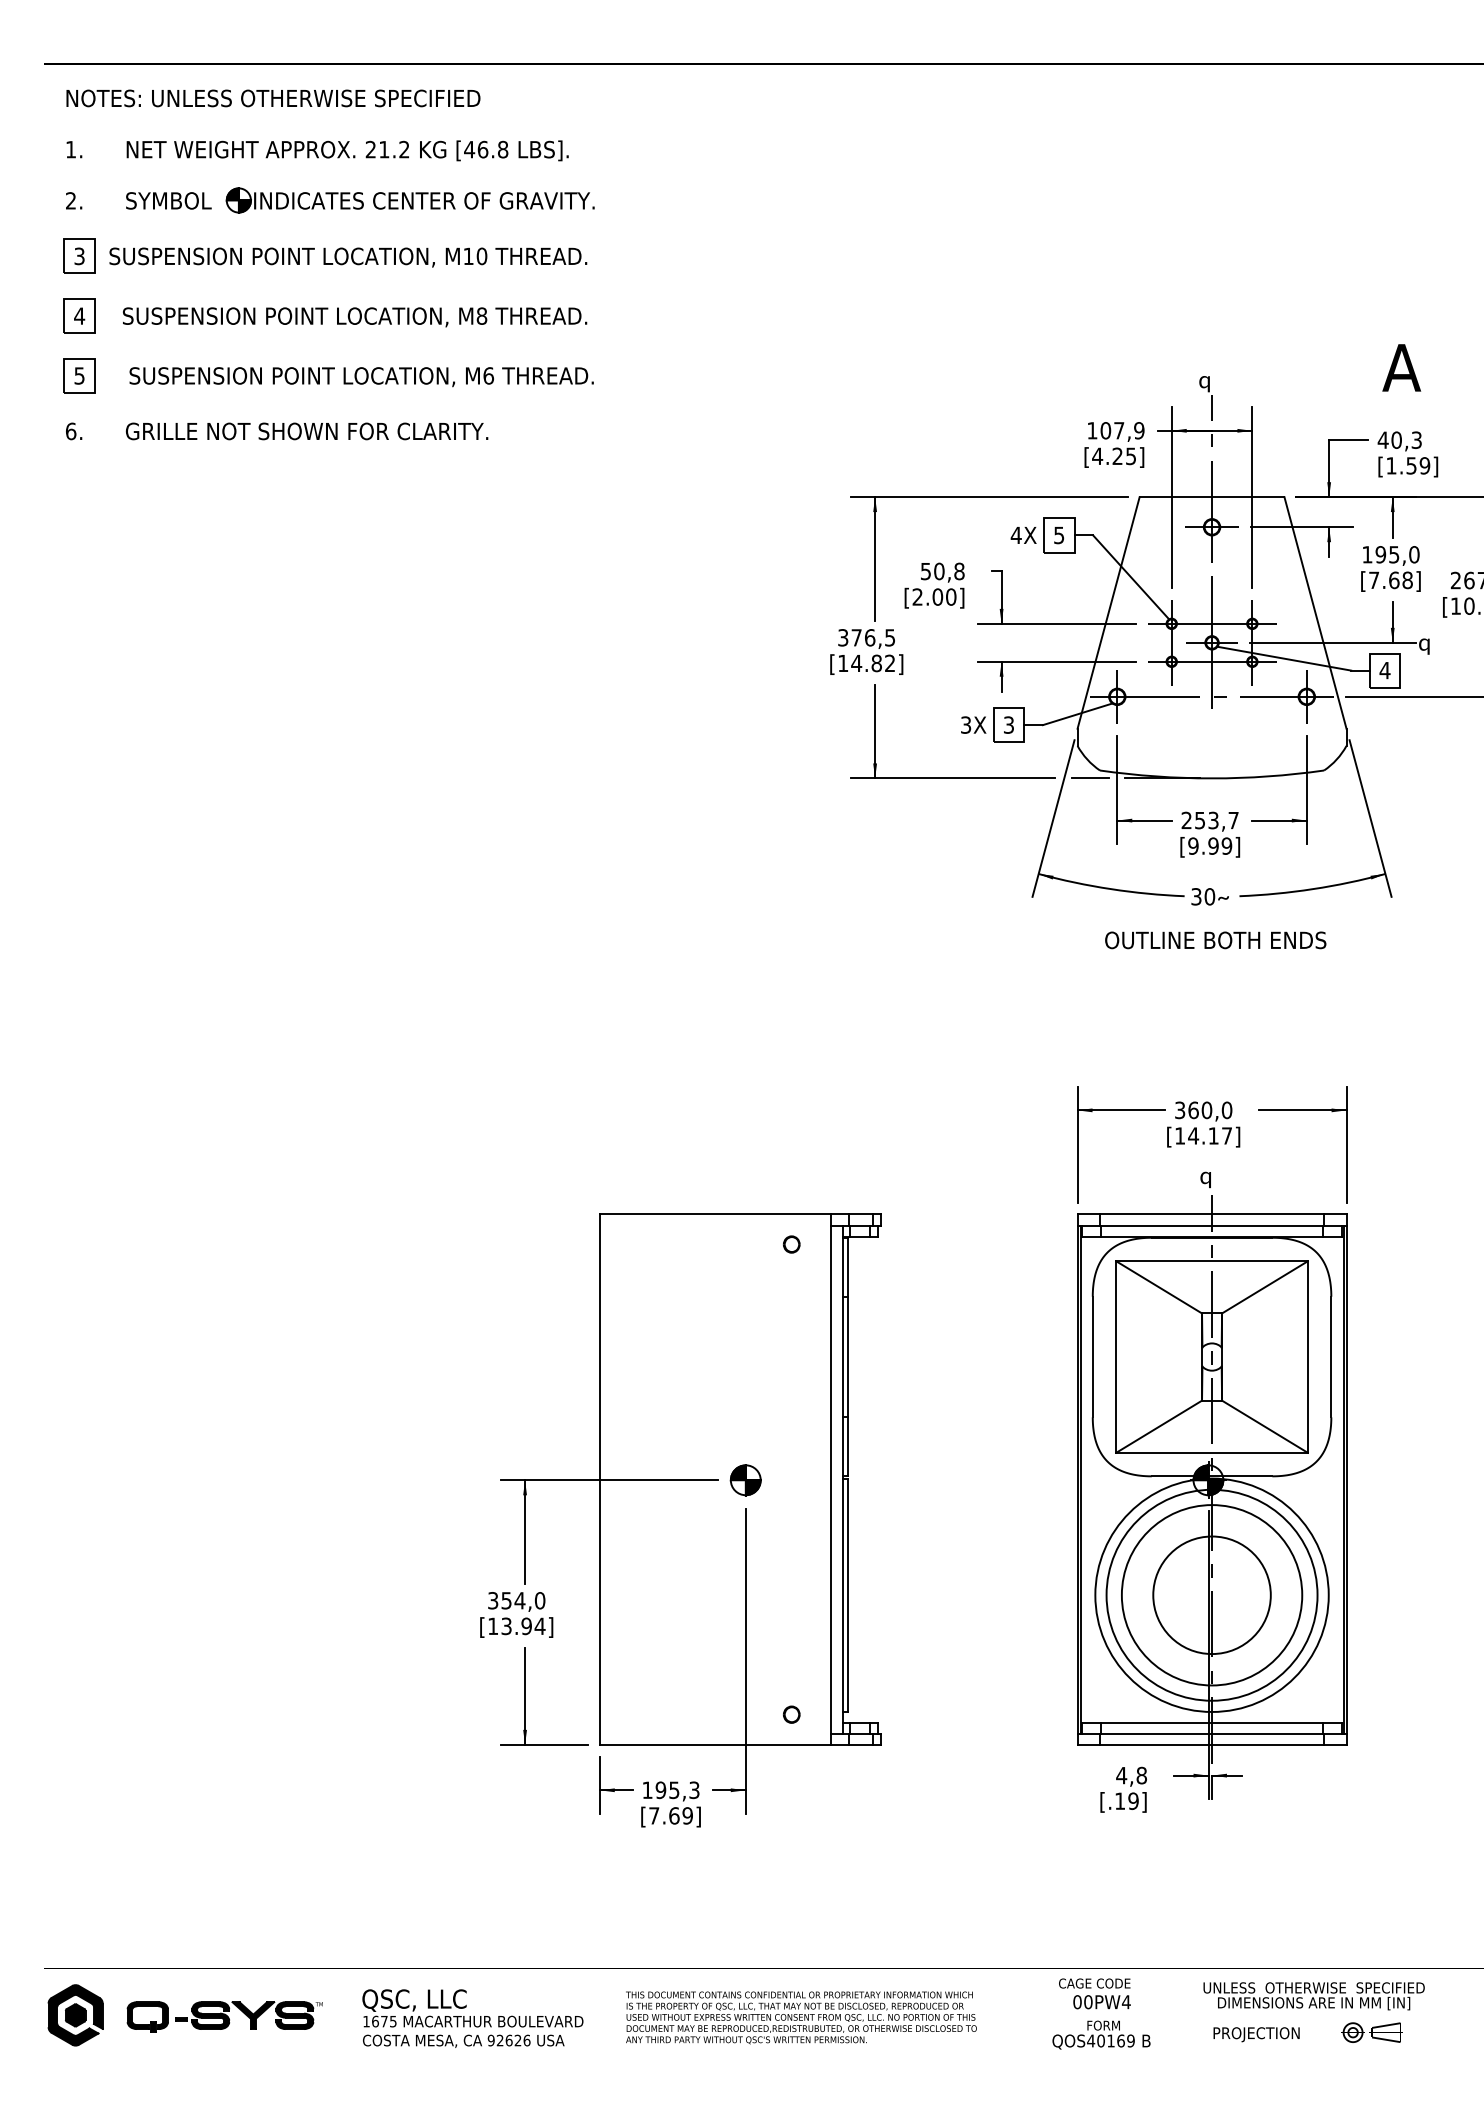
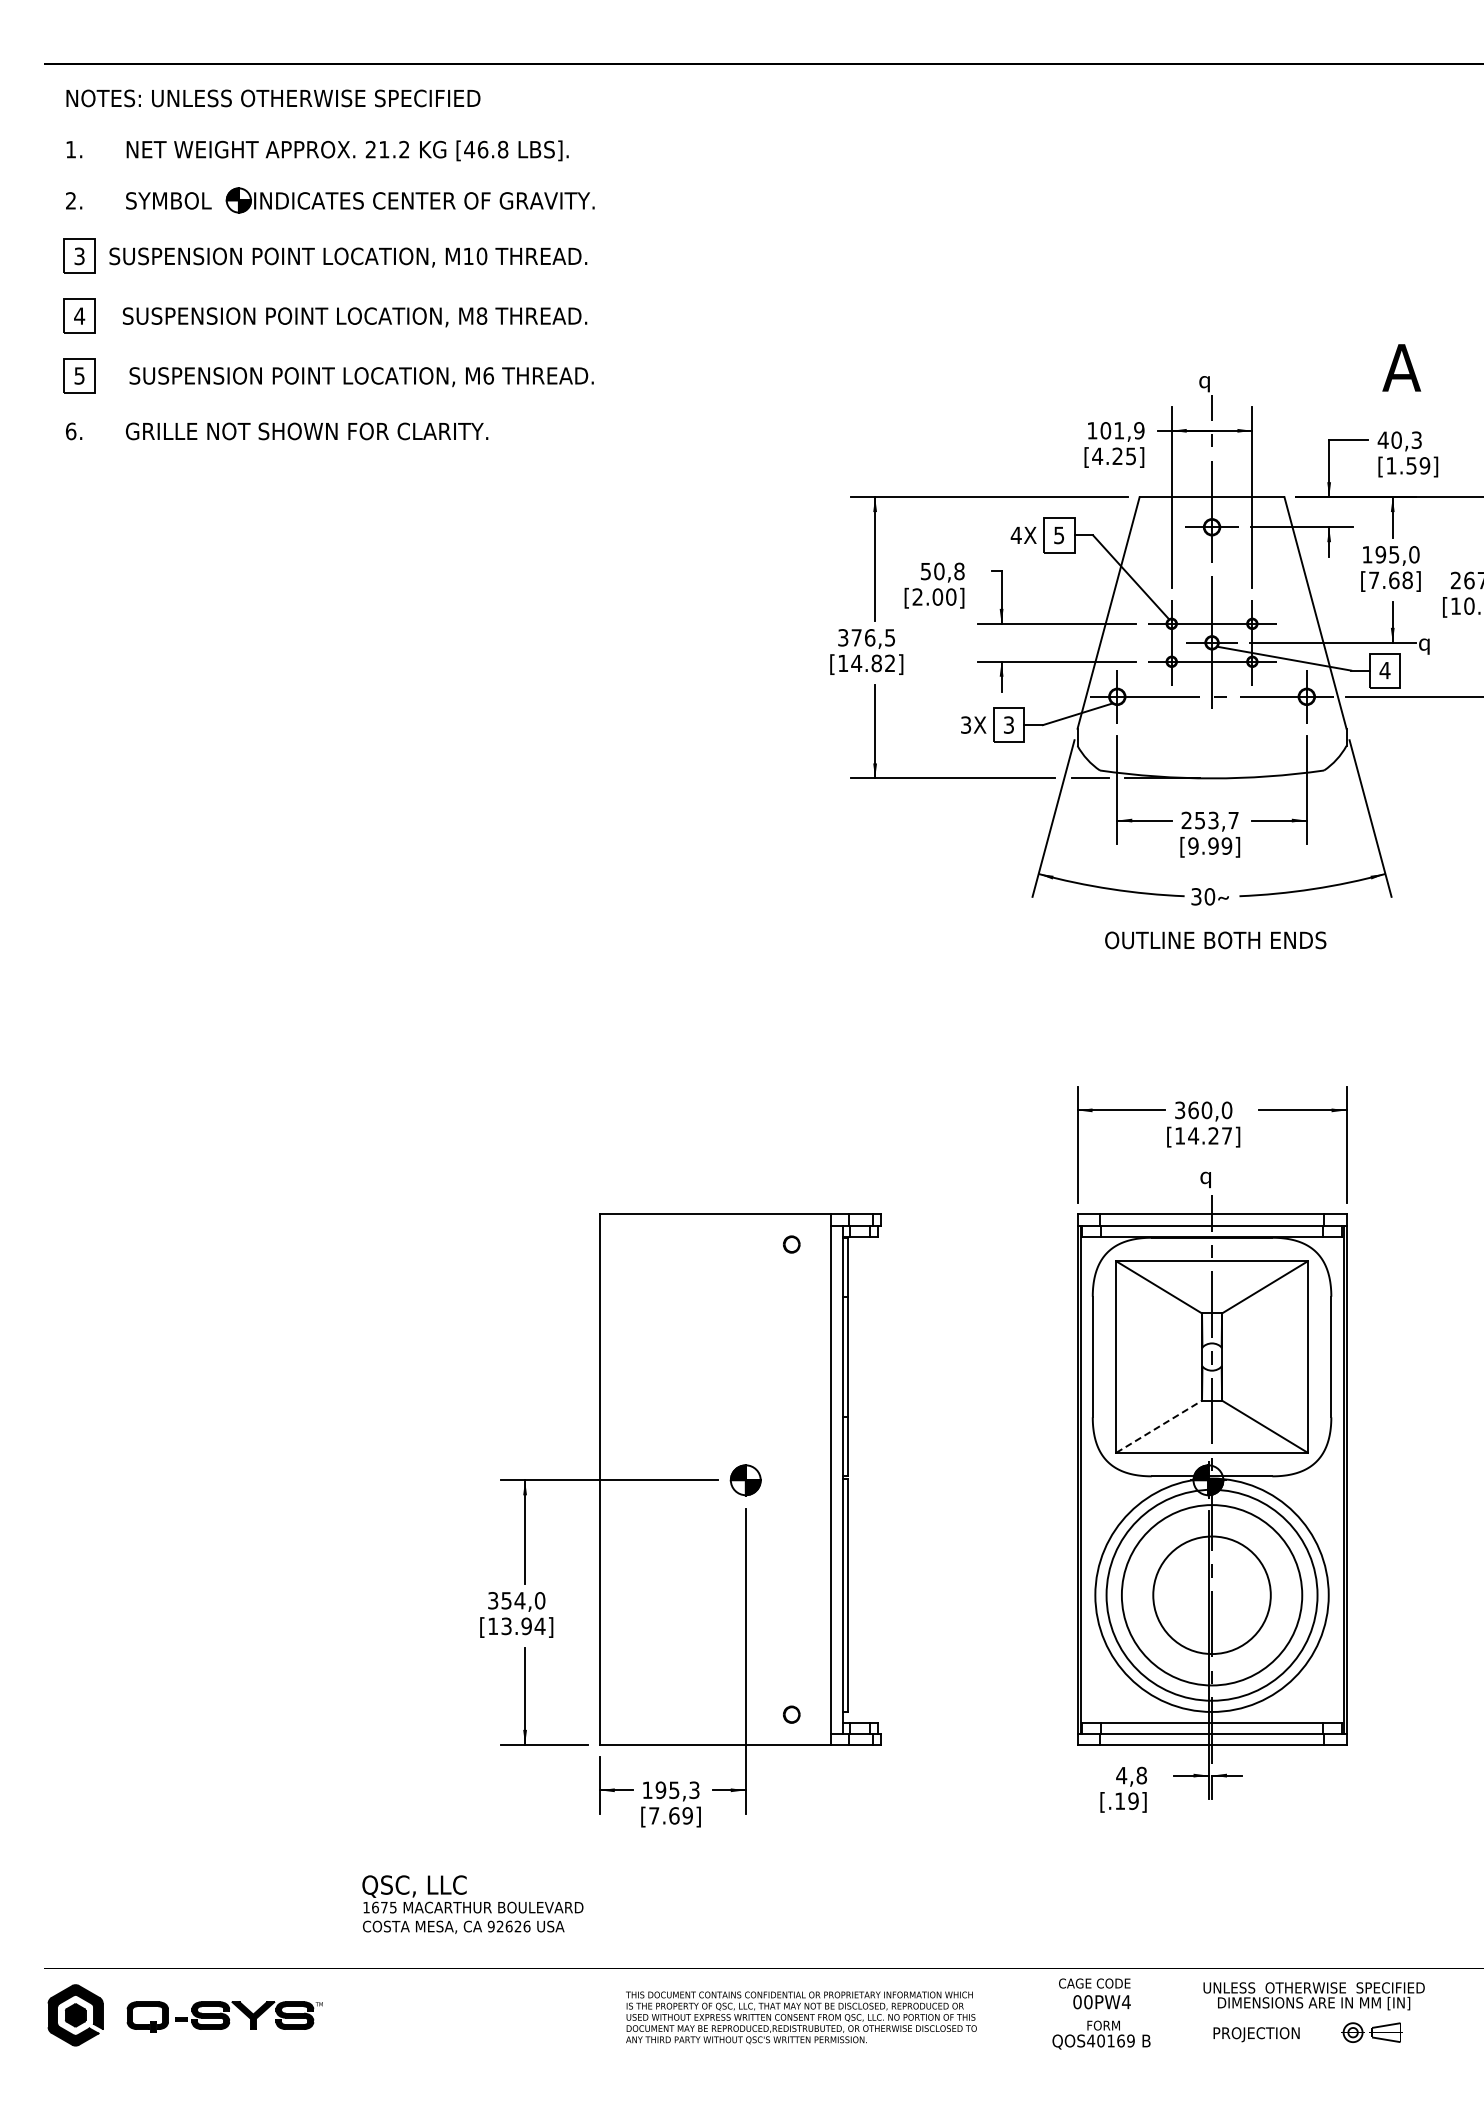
text at (1119, 430): 107,9 -> 101,9
text at (1213, 1135): [14.17] -> [14.27]
line at (1159, 1426): solid -> dashed
text at (472, 2018) position: (472, 2018) -> (472, 1904)
